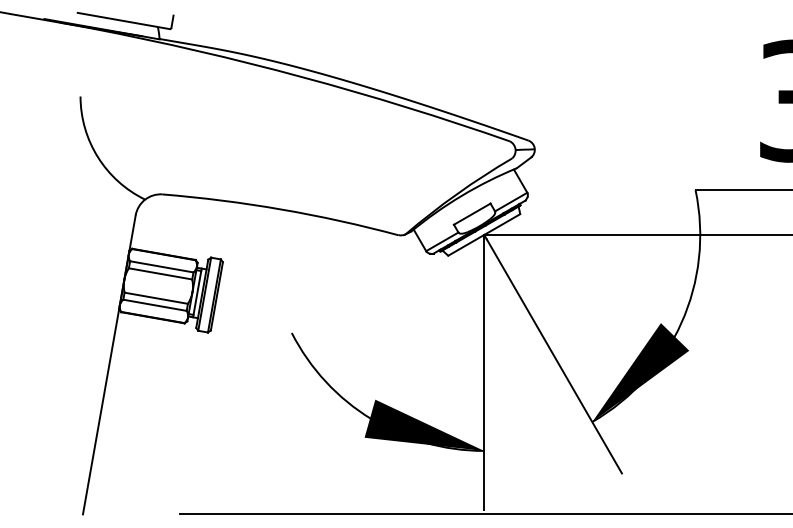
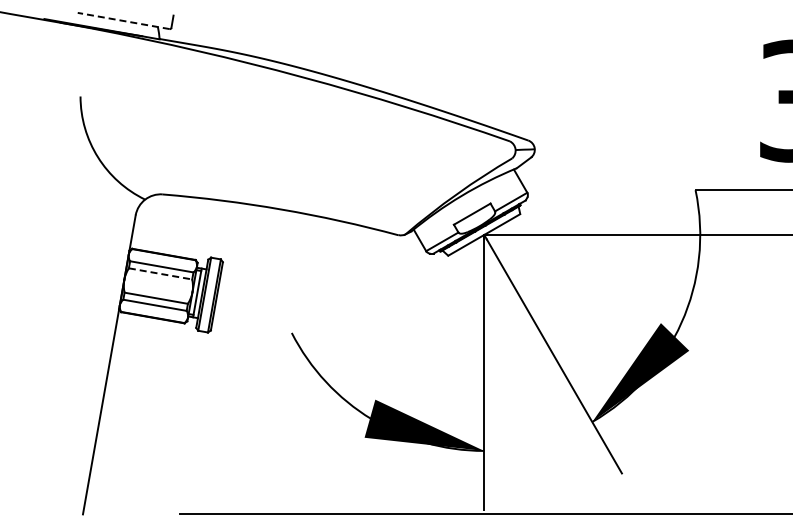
line at (123, 21): solid -> dashed
line at (161, 273): solid -> dashed
